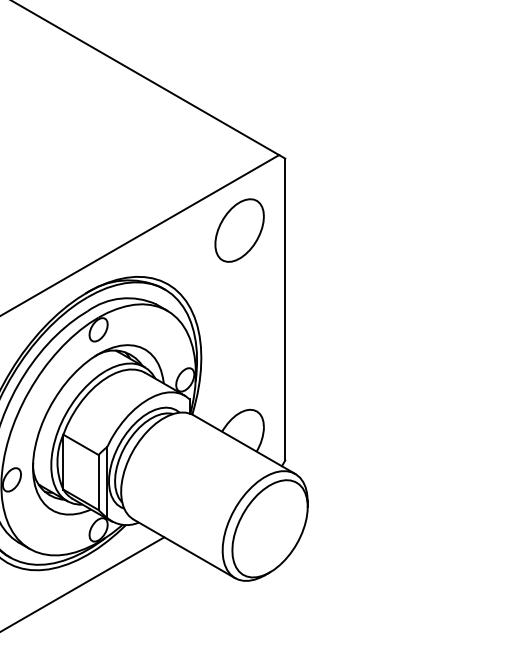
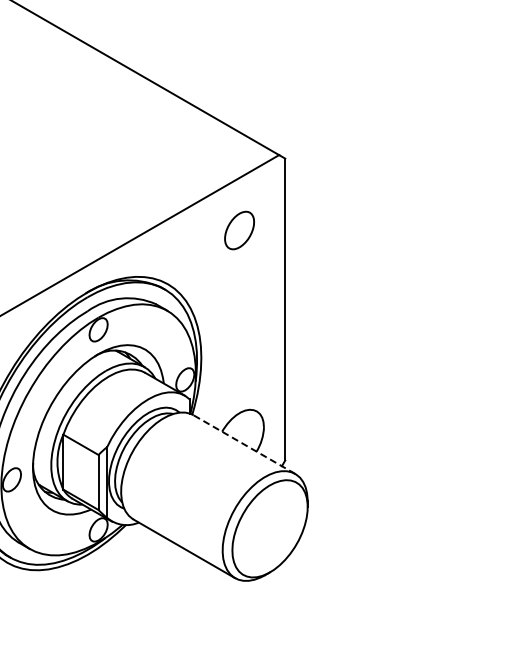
part at (239, 230) size: 51x65 px -> 31x41 px
line at (244, 444): solid -> dashed
line at (83, 583): present -> none
